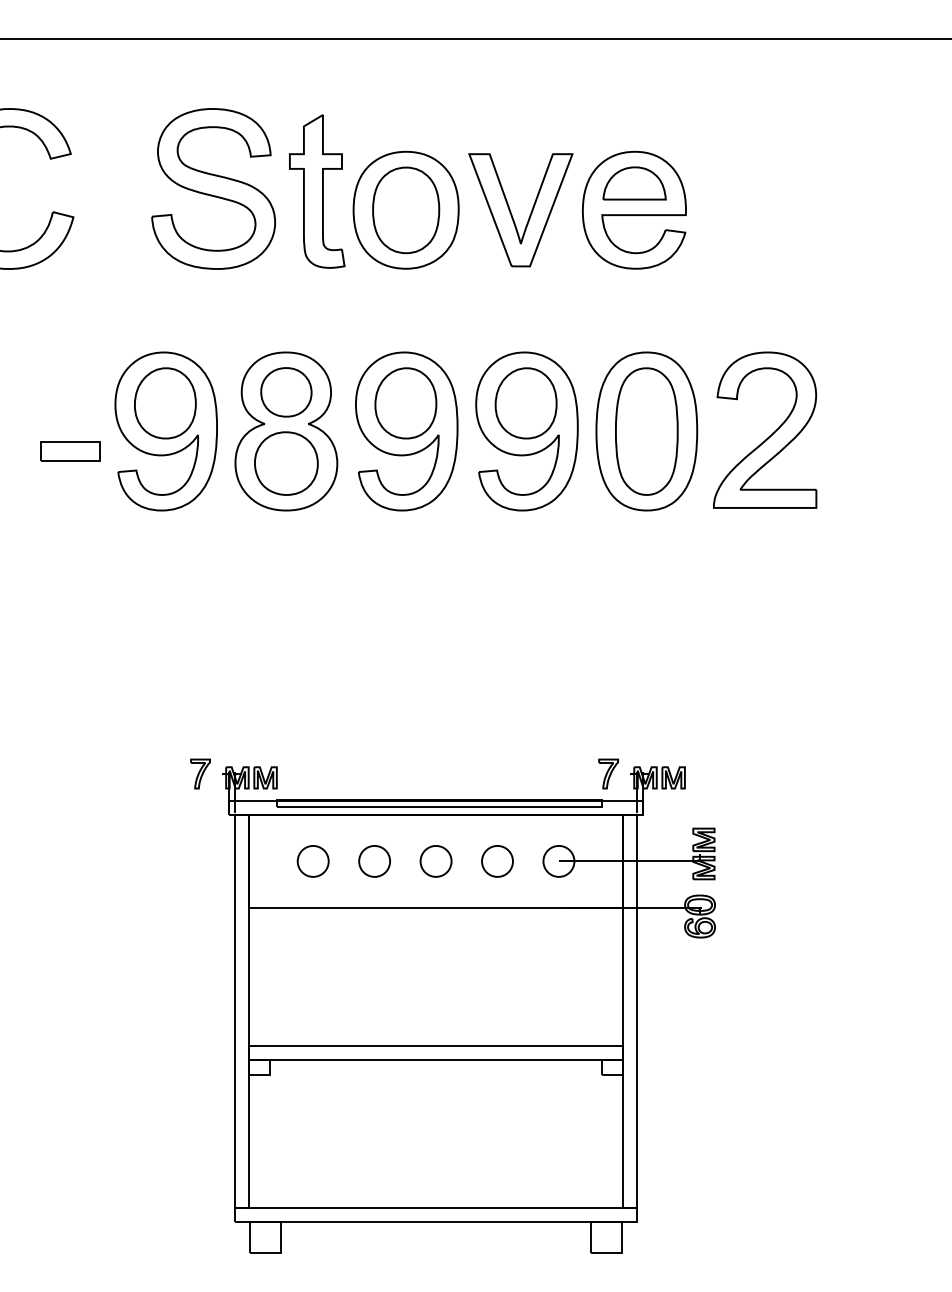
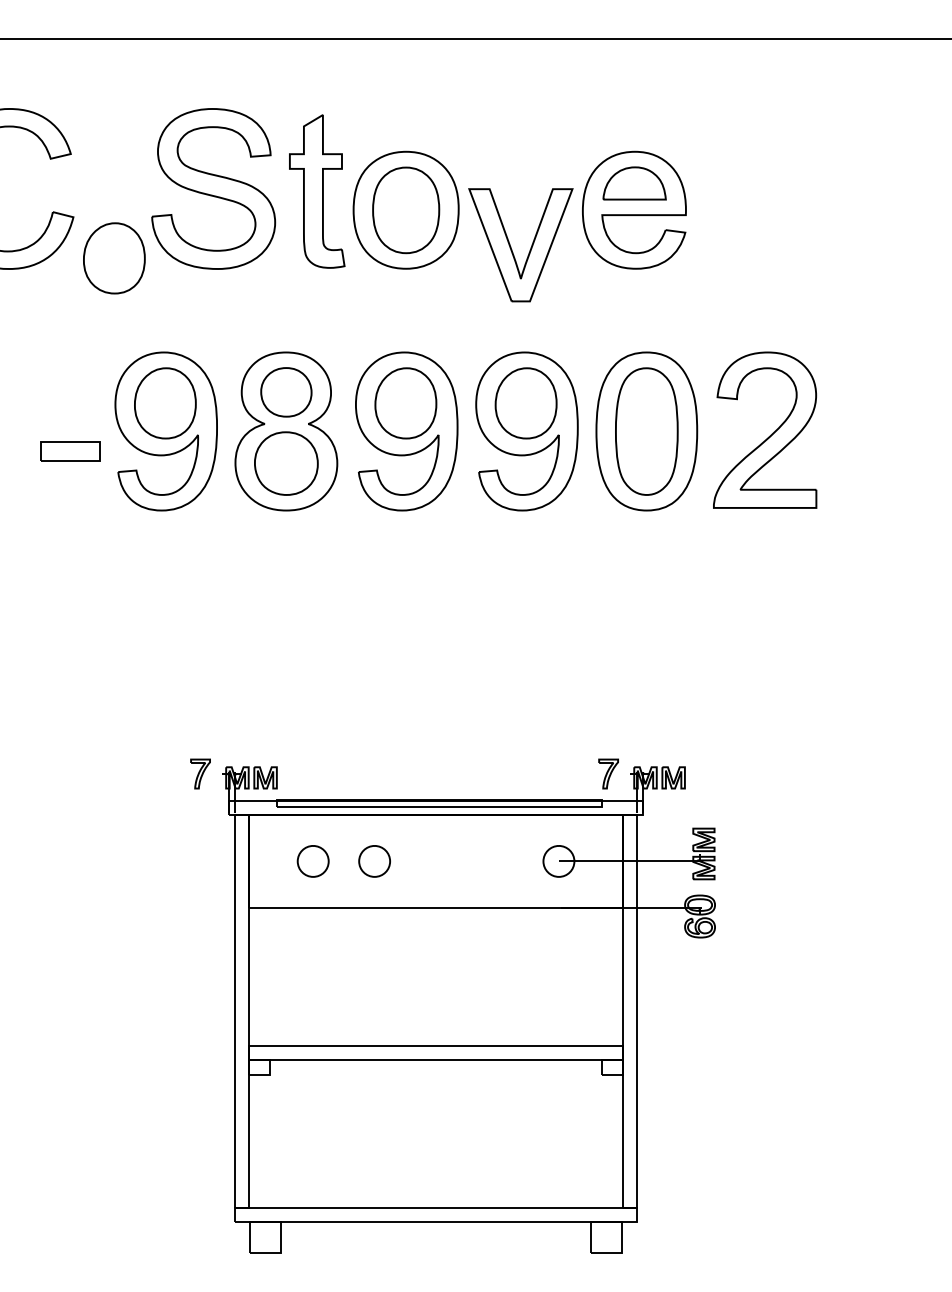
part at (512, 214) position: (512, 214) -> (512, 249)
part at (114, 258): none -> present
part at (435, 861): present -> none
part at (497, 861): present -> none
